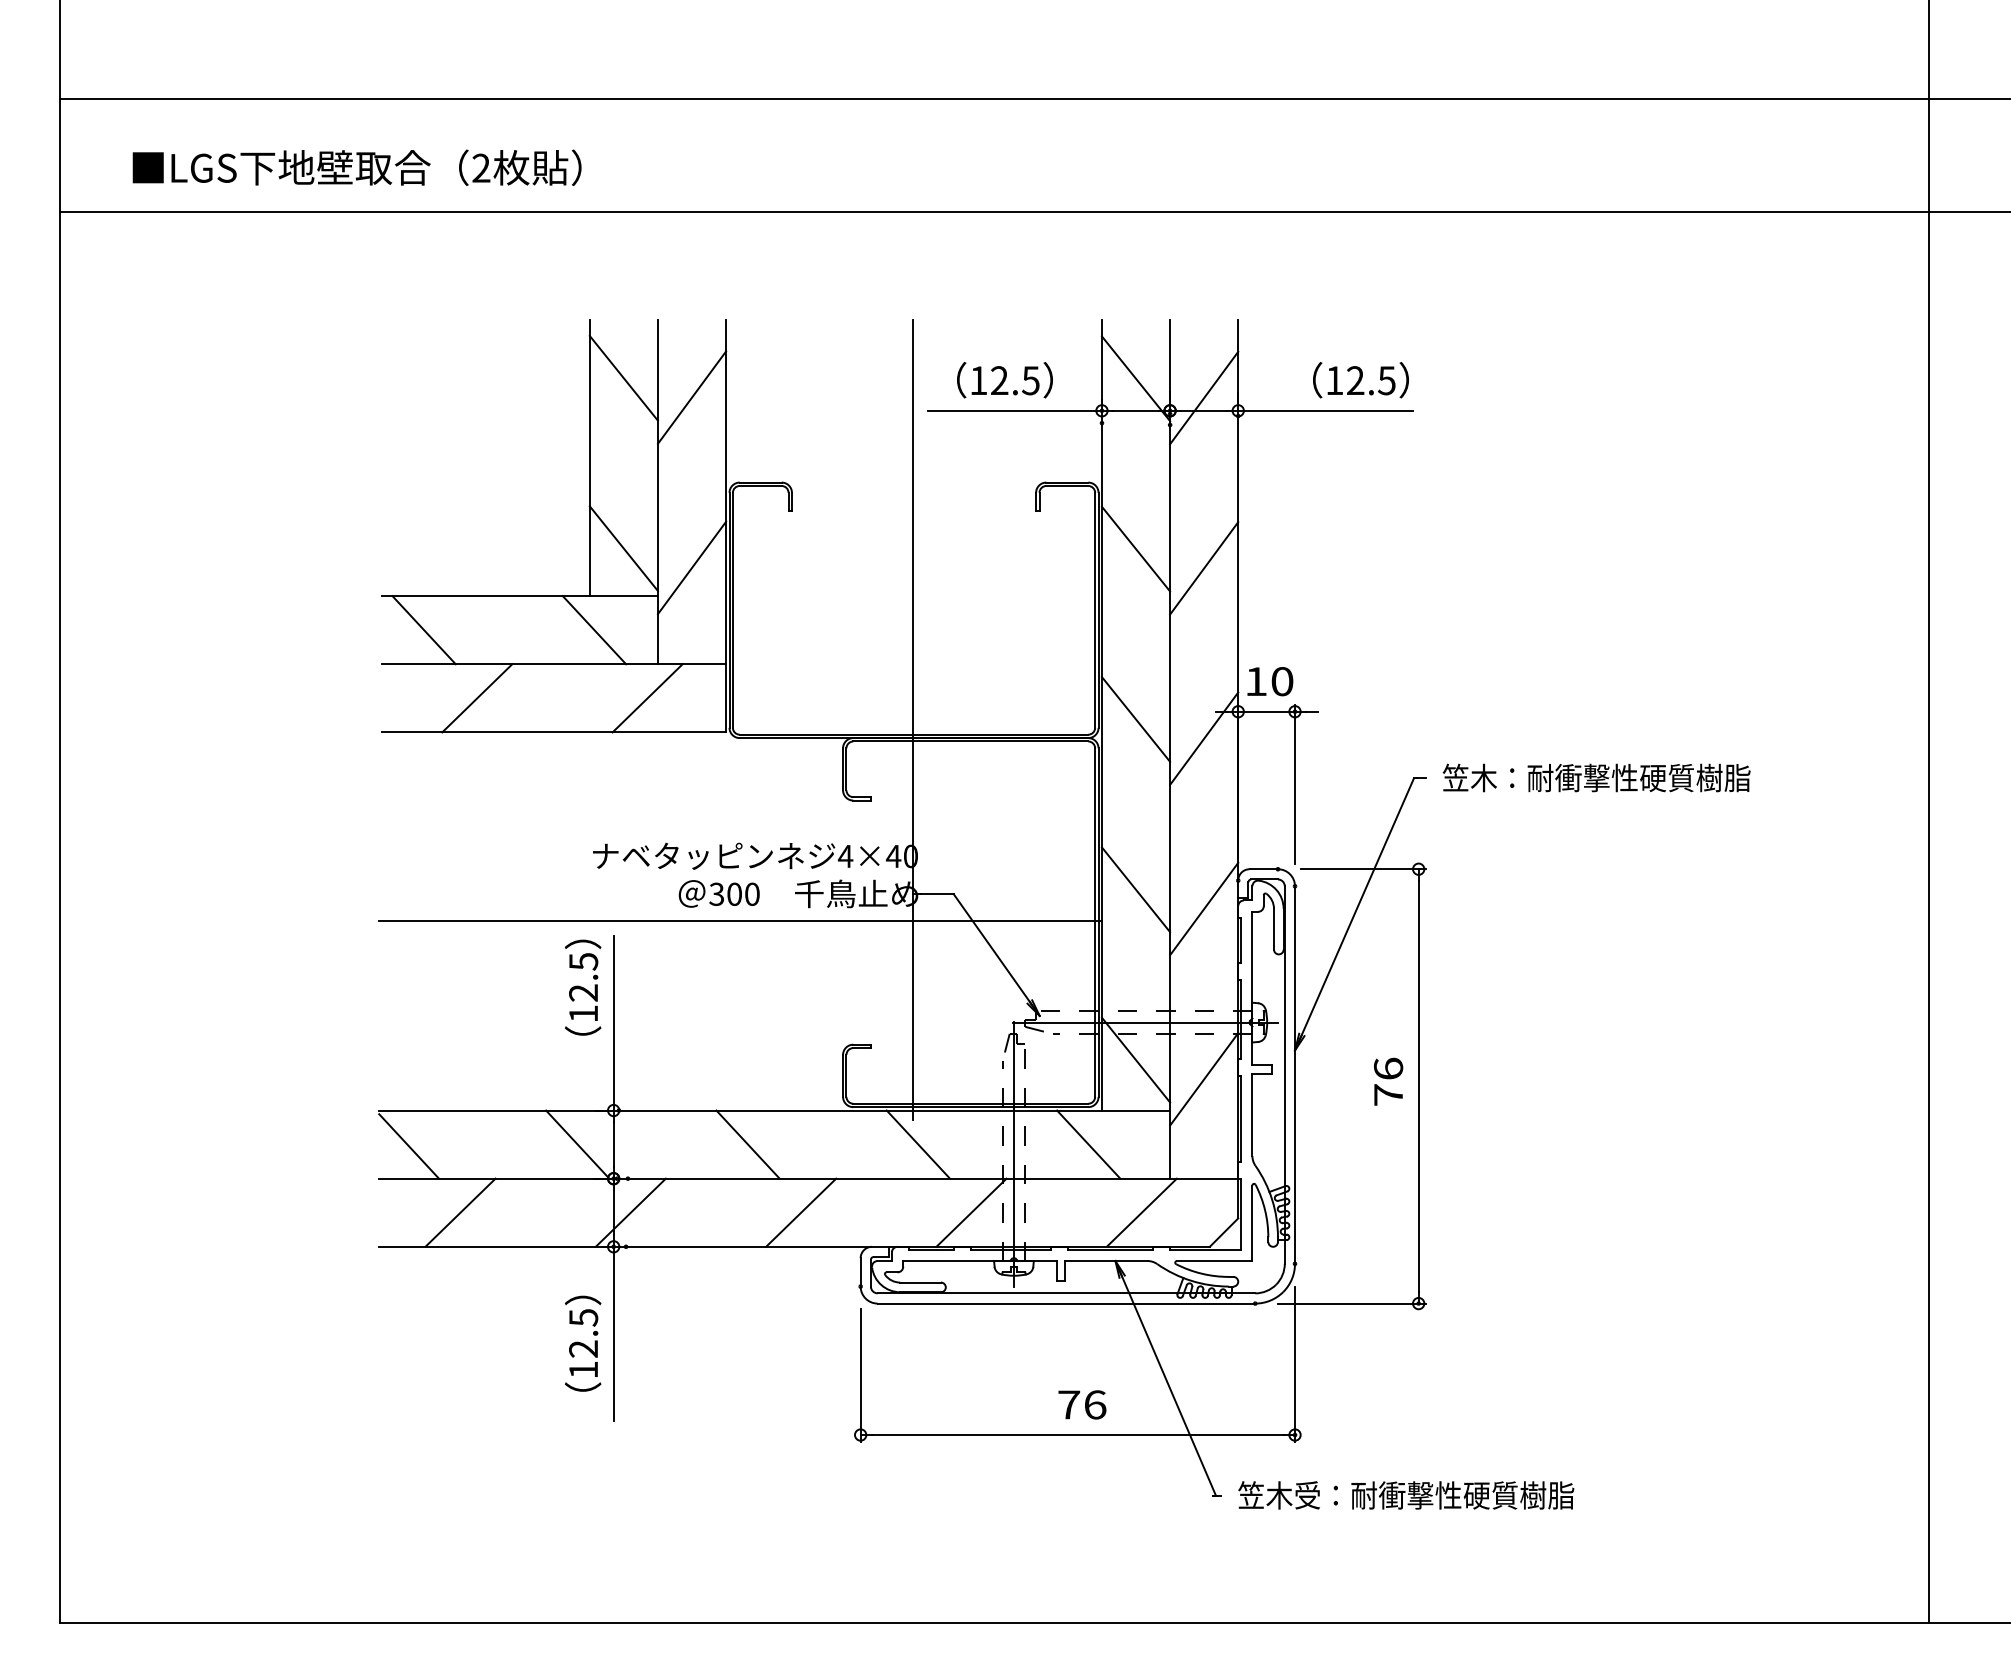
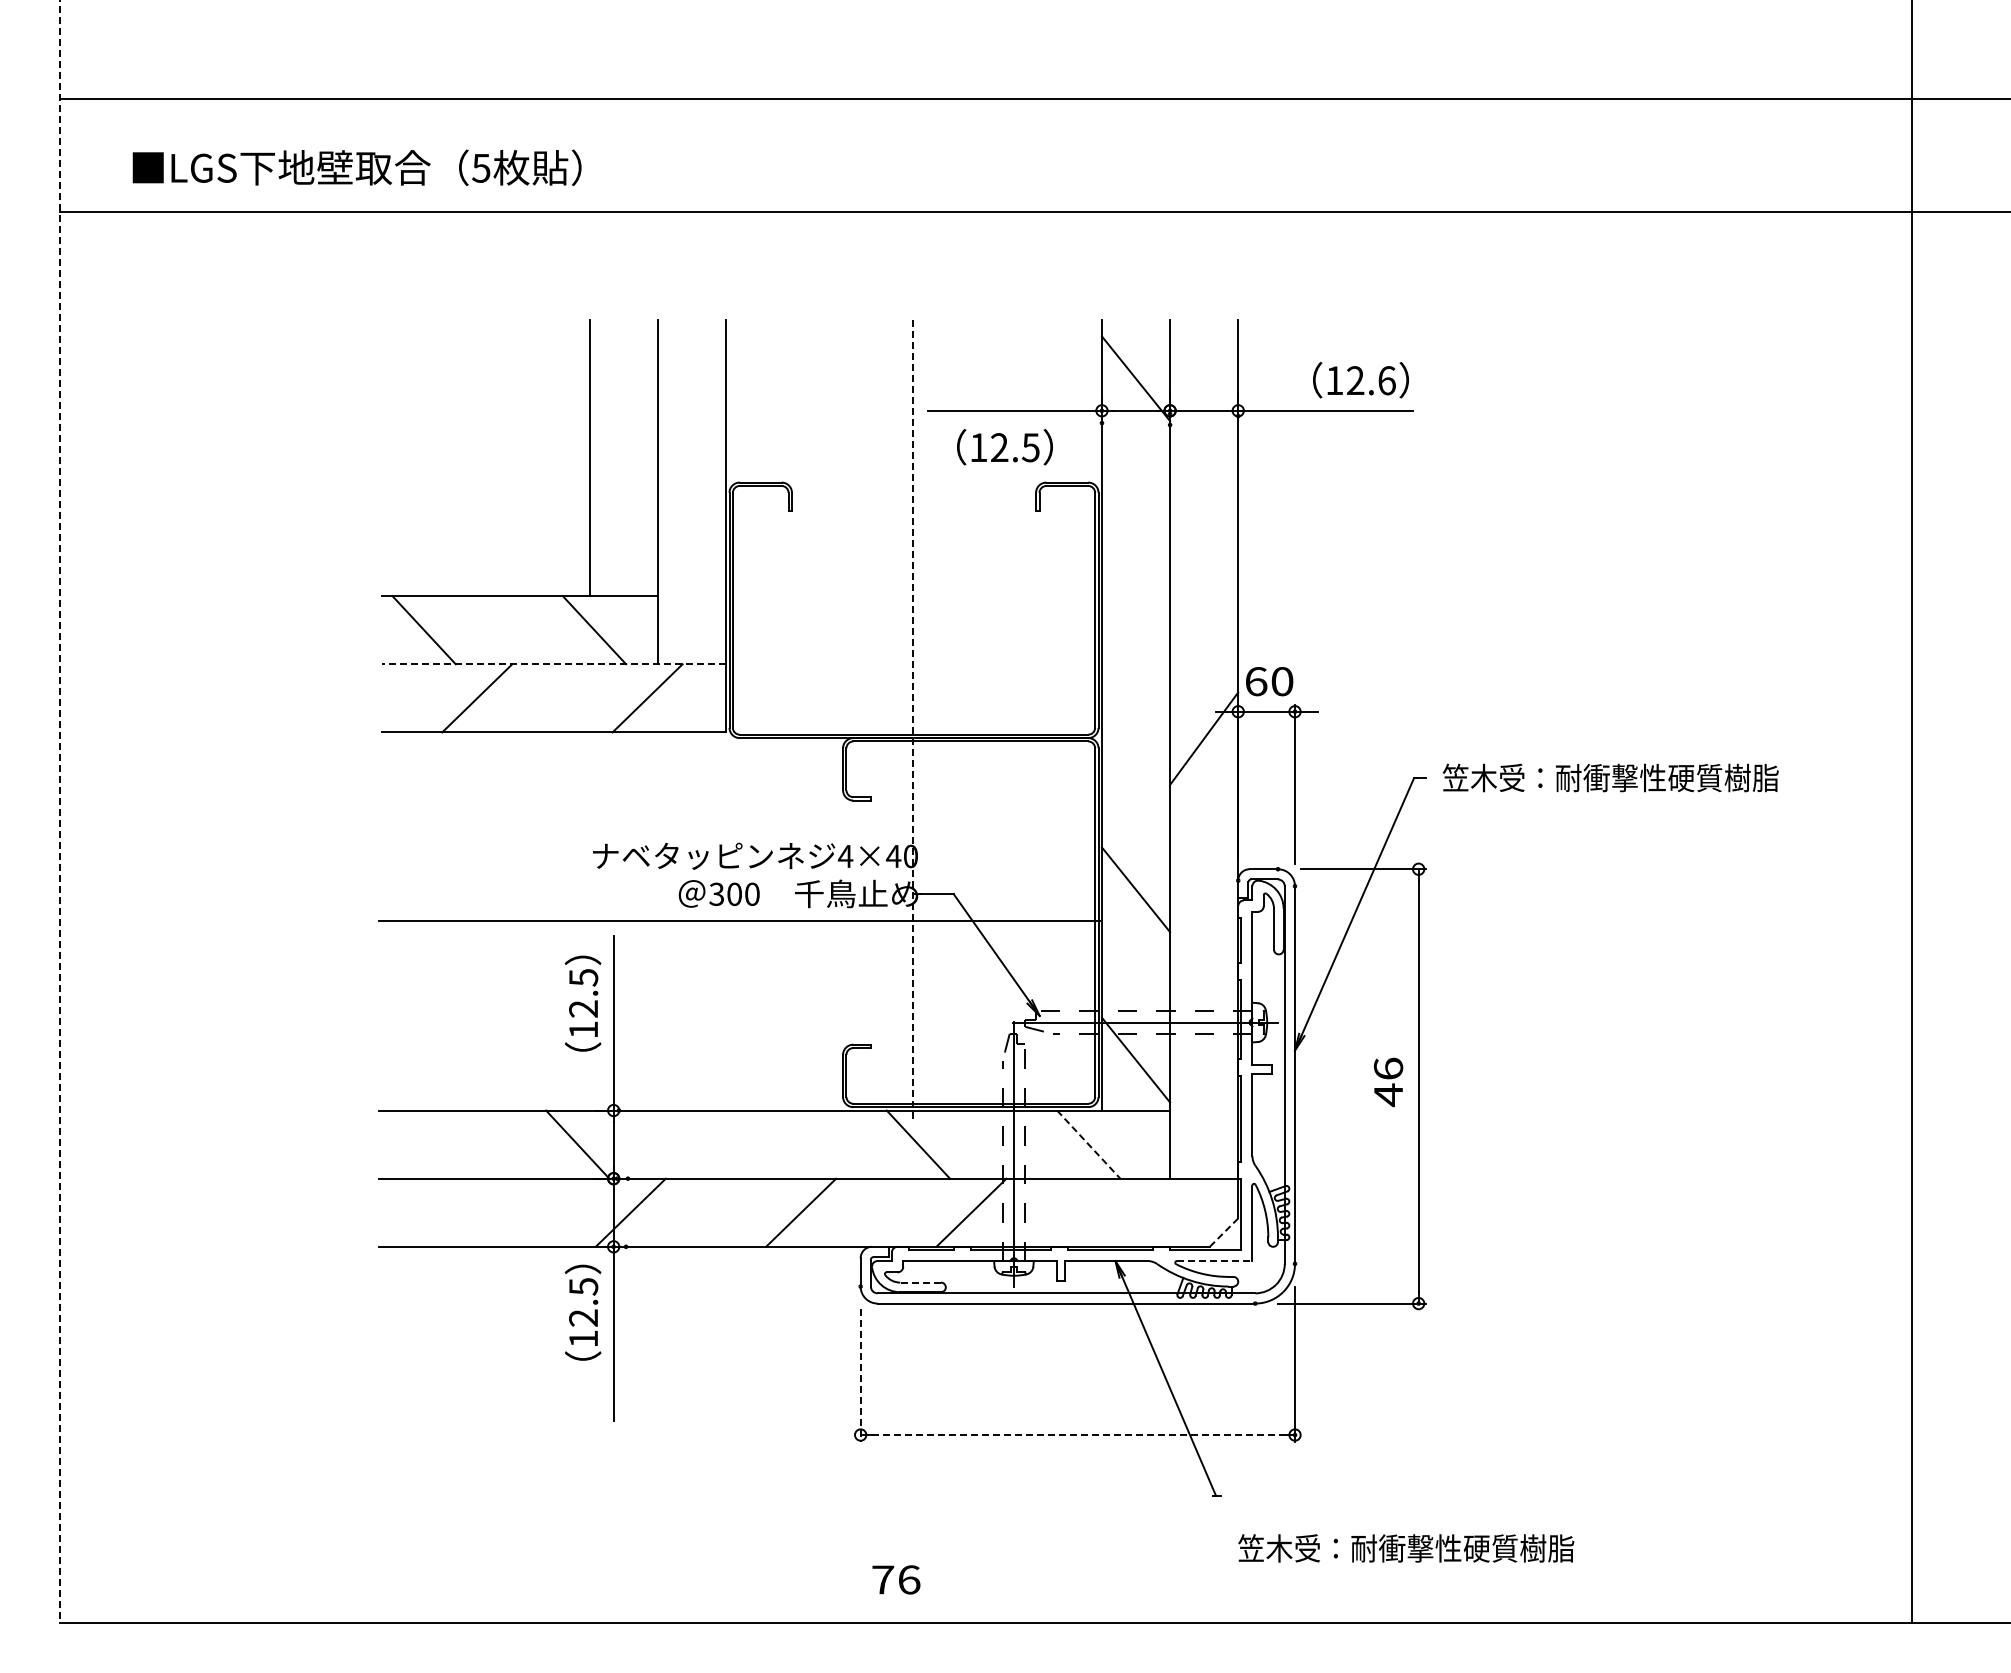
text at (481, 167): 2 -> 5
line at (623, 377): present -> none
text at (1004, 380) position: (1004, 380) -> (1004, 447)
text at (1386, 380): 12.5 -> 12.6
line at (691, 397): present -> none
line at (1204, 397): present -> none
line at (623, 548): present -> none
line at (1135, 548): present -> none
line at (691, 567): present -> none
line at (1204, 568): present -> none
line at (553, 664): solid -> dashed
text at (1256, 681): 10 -> 60
line at (1135, 719): present -> none
line at (912, 720): solid -> dashed
text at (1638, 777): 笠木：耐衝撃性硬質樹脂 -> 笠木受：耐衝撃性硬質樹脂
line at (60, 811): solid -> dashed
line at (1929, 812) position: (1929, 812) -> (1912, 812)
line at (1204, 908): present -> none
text at (583, 987) position: (583, 987) -> (583, 1003)
line at (1204, 1079): present -> none
text at (1388, 1095): 76 -> 46
line at (747, 1144): present -> none
line at (1089, 1144): solid -> dashed
line at (409, 1146): present -> none
line at (460, 1212): present -> none
line at (1141, 1212): present -> none
line at (1223, 1232): solid -> dashed
line at (1214, 1261): solid -> dashed
line at (920, 1282): solid -> dashed
text at (582, 1343) position: (582, 1343) -> (582, 1312)
line at (860, 1376): solid -> dashed
text at (1082, 1404) position: (1082, 1404) -> (896, 1579)
line at (1077, 1435): solid -> dashed
text at (1406, 1495) position: (1406, 1495) -> (1406, 1548)
